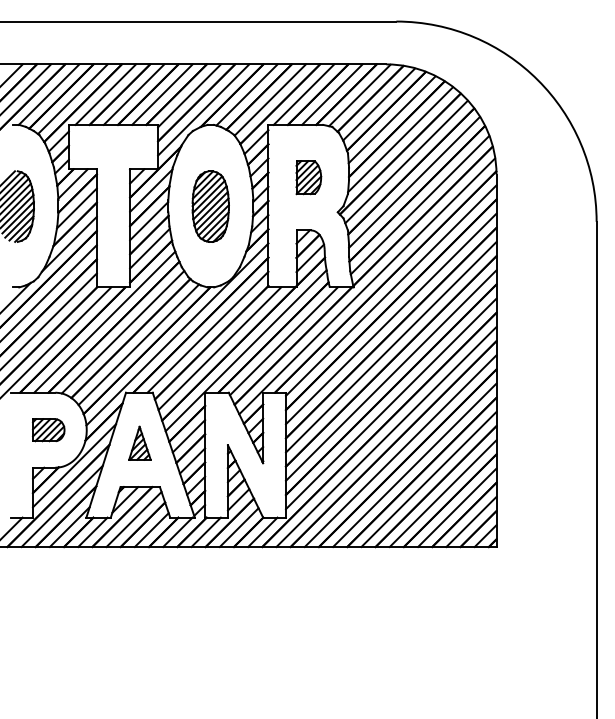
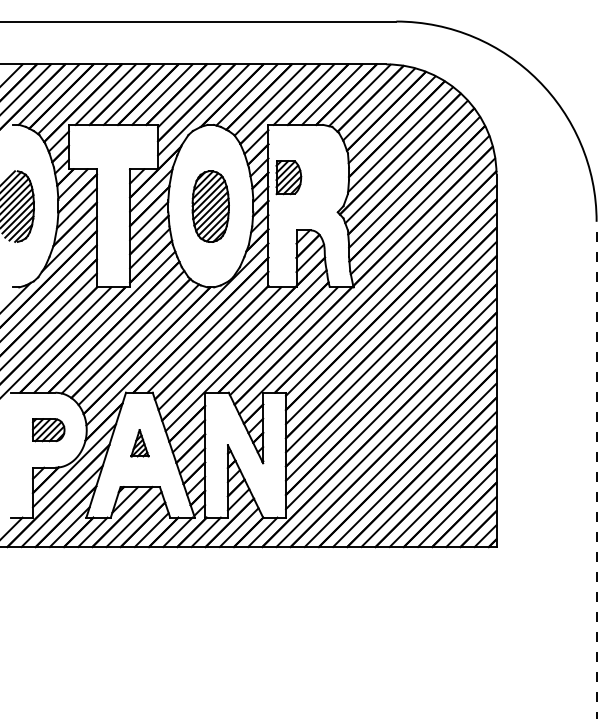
part at (308, 177) position: (308, 177) -> (288, 177)
part at (139, 442) size: 24x36 px -> 20x29 px
line at (596, 469): solid -> dashed
